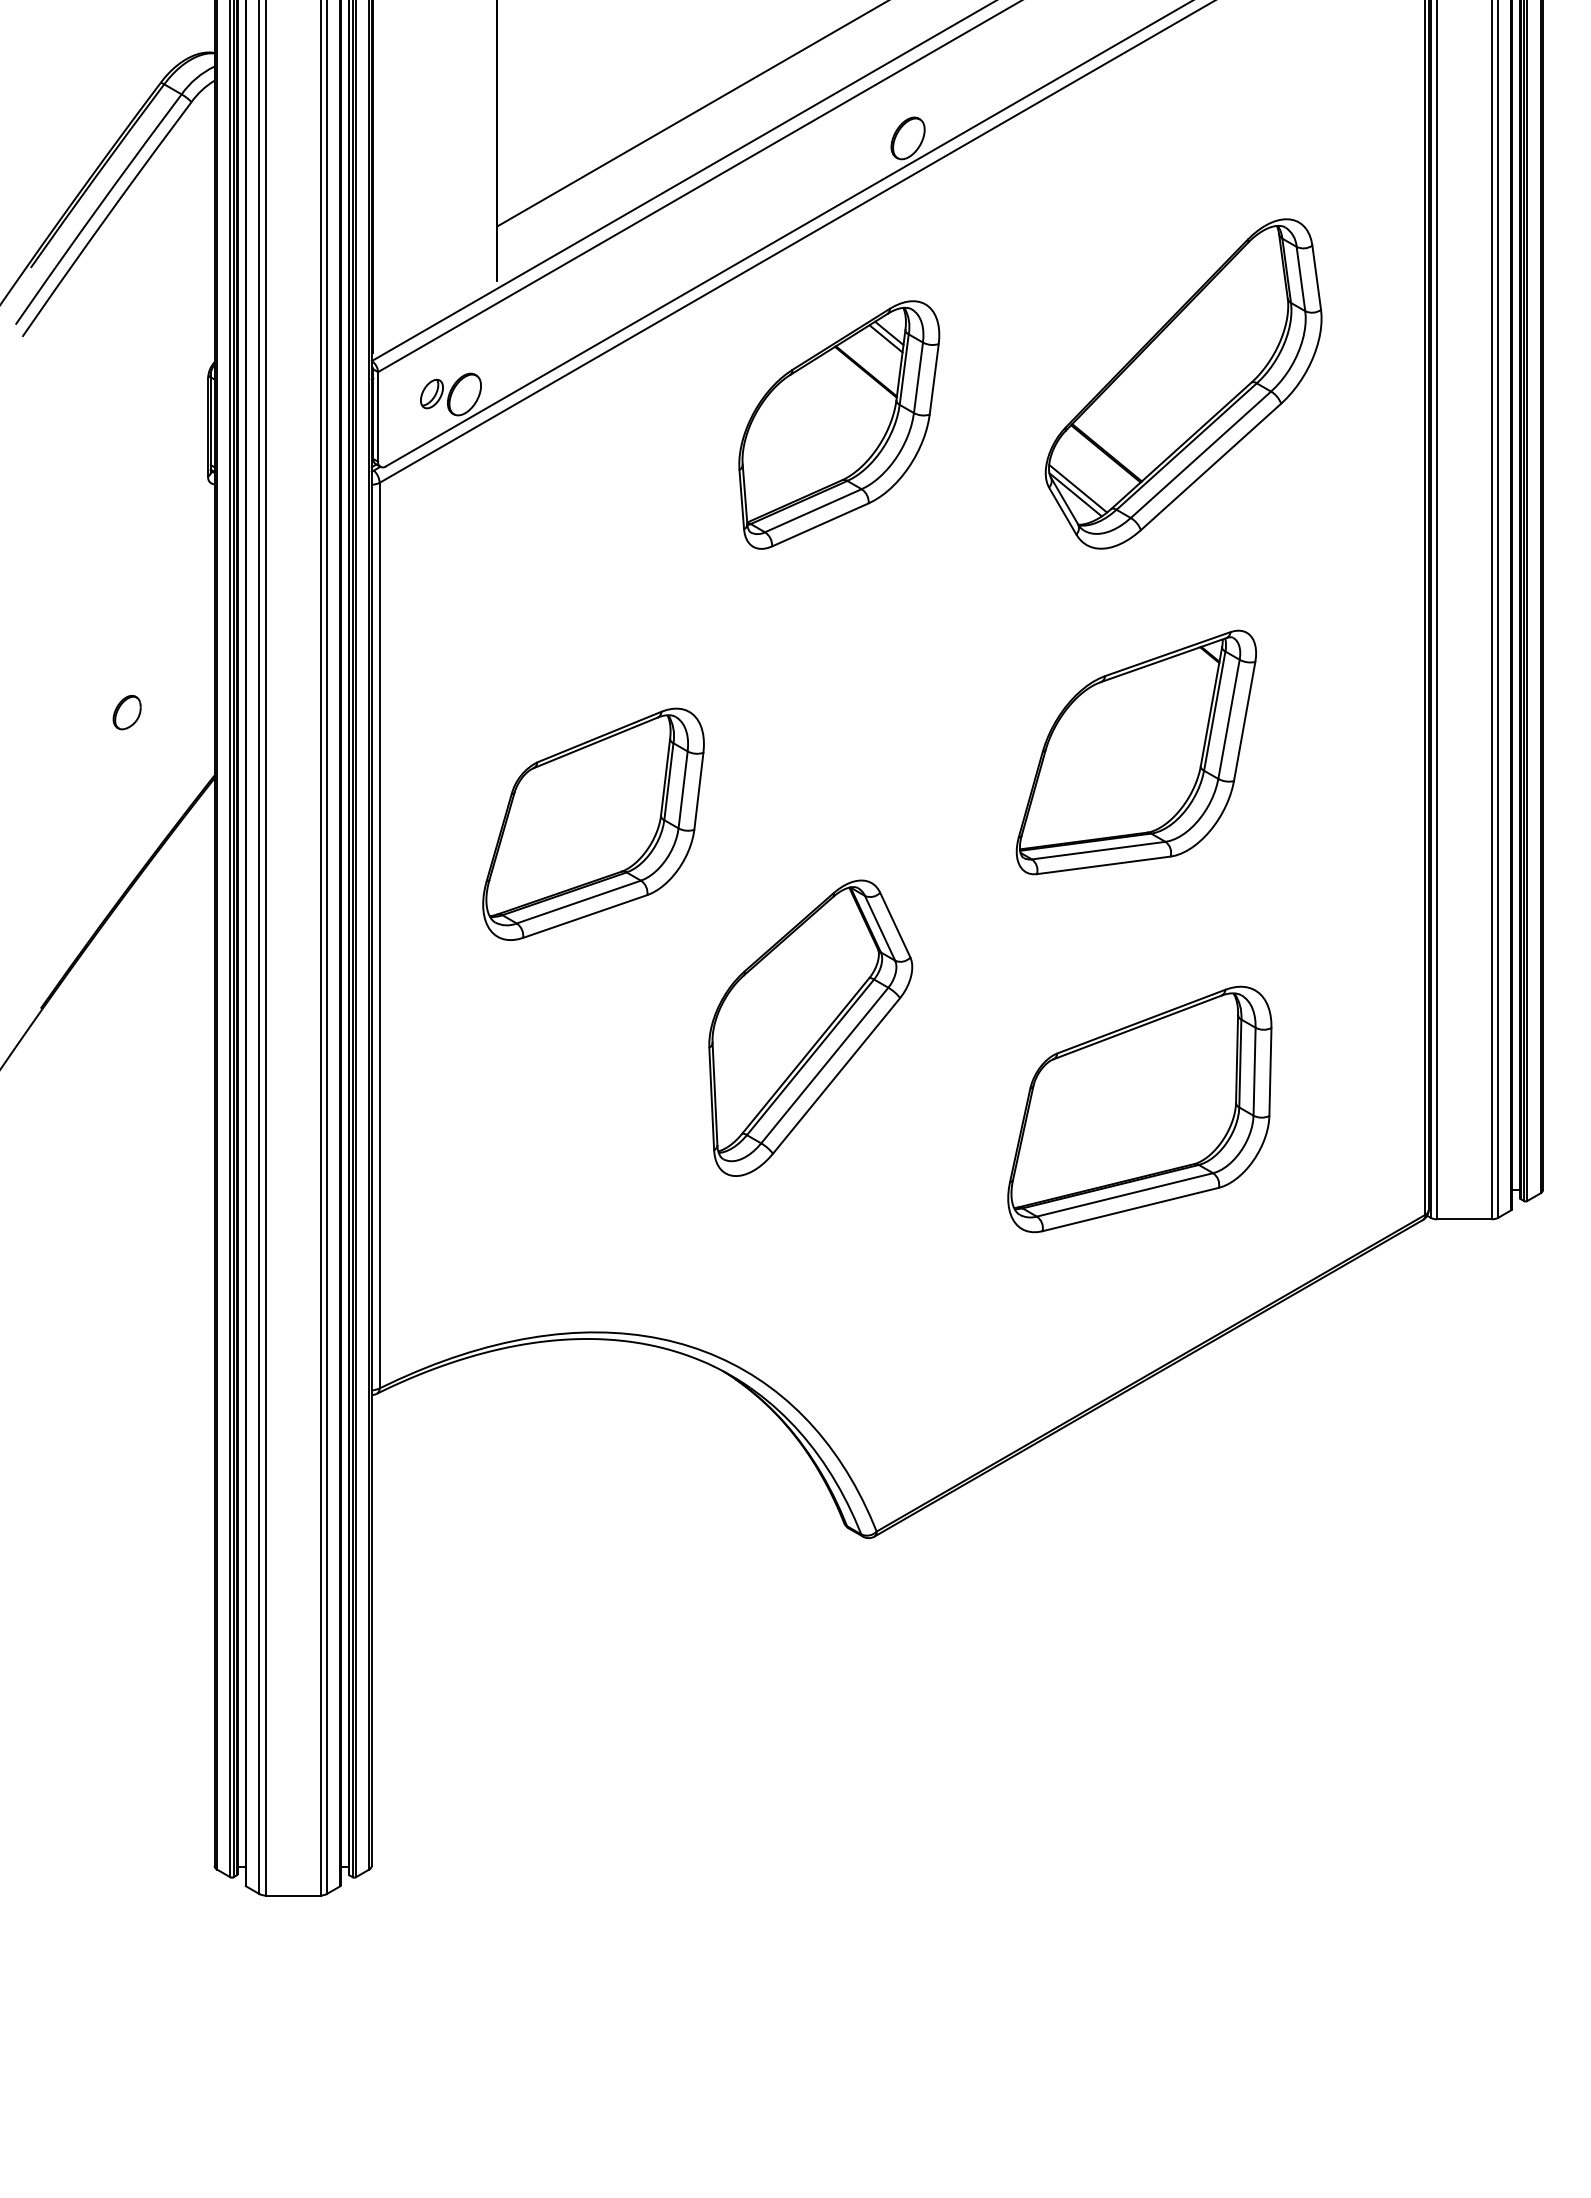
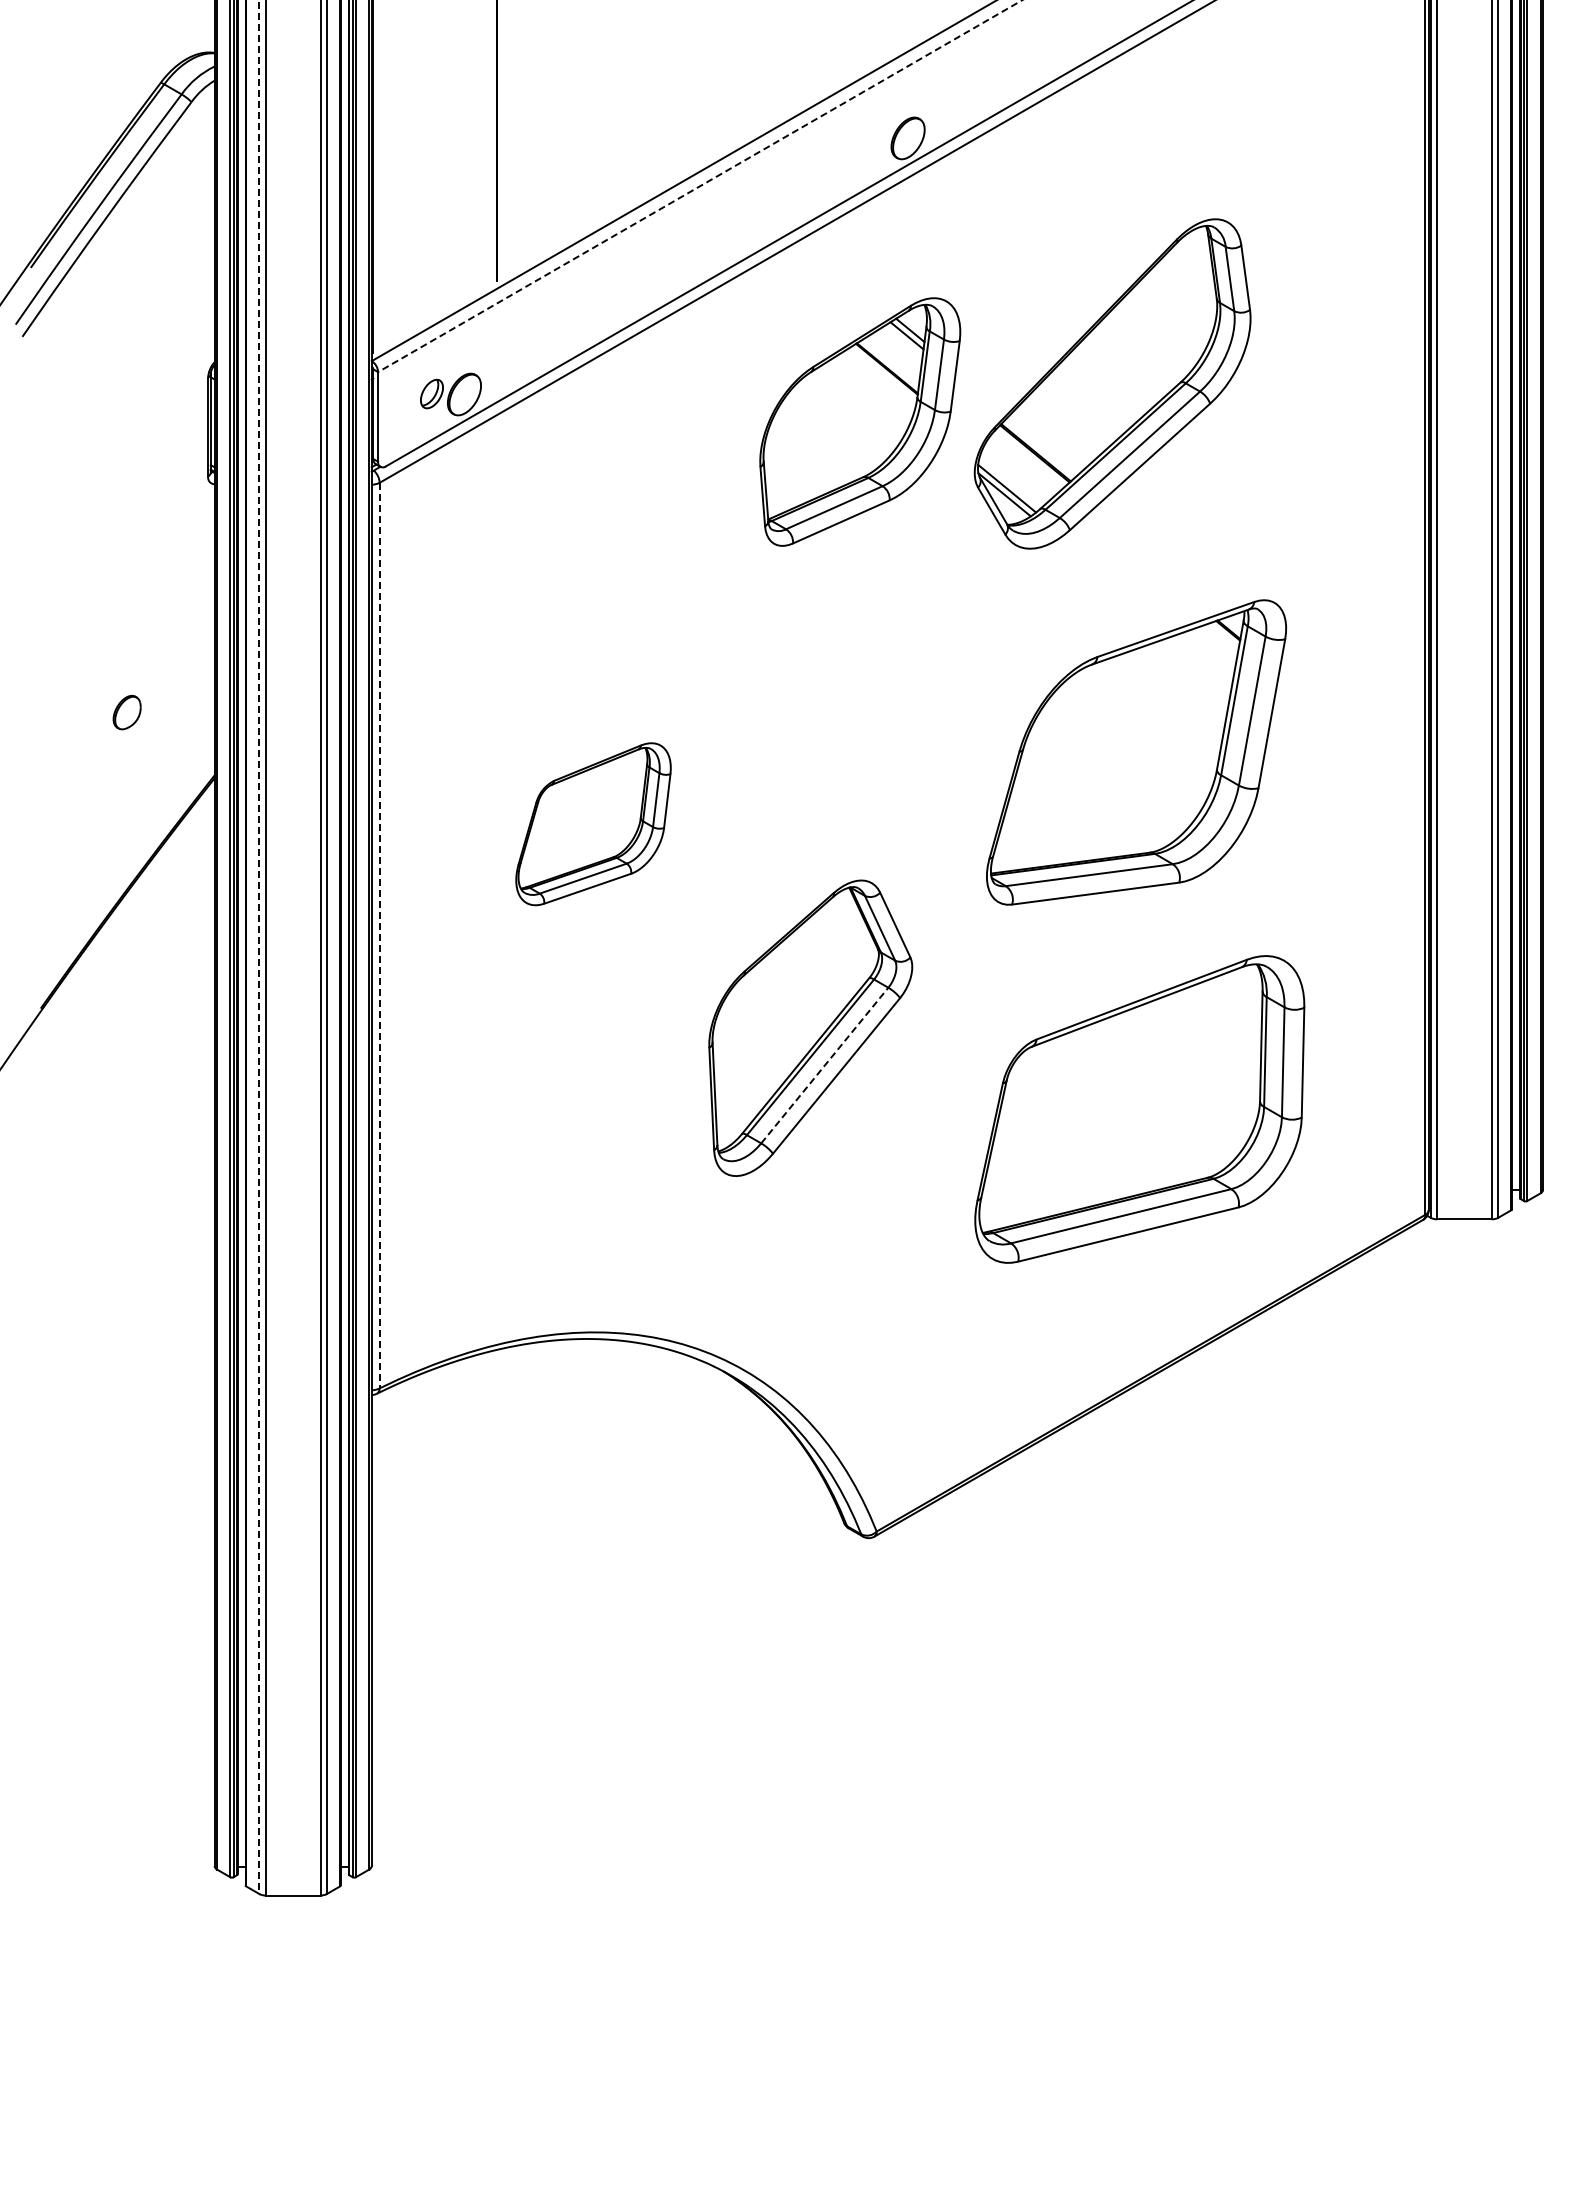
line at (691, 114): present -> none
line at (700, 186): solid -> dashed
part at (1183, 383) position: (1183, 383) -> (1112, 383)
part at (839, 424) position: (839, 424) -> (860, 421)
part at (1135, 752) size: 242x247 px -> 302x307 px
part at (593, 823) size: 223x234 px -> 157x165 px
line at (379, 935): solid -> dashed
line at (259, 947): solid -> dashed
line at (825, 1065): solid -> dashed
part at (1139, 1109) size: 266x249 px -> 332x309 px
